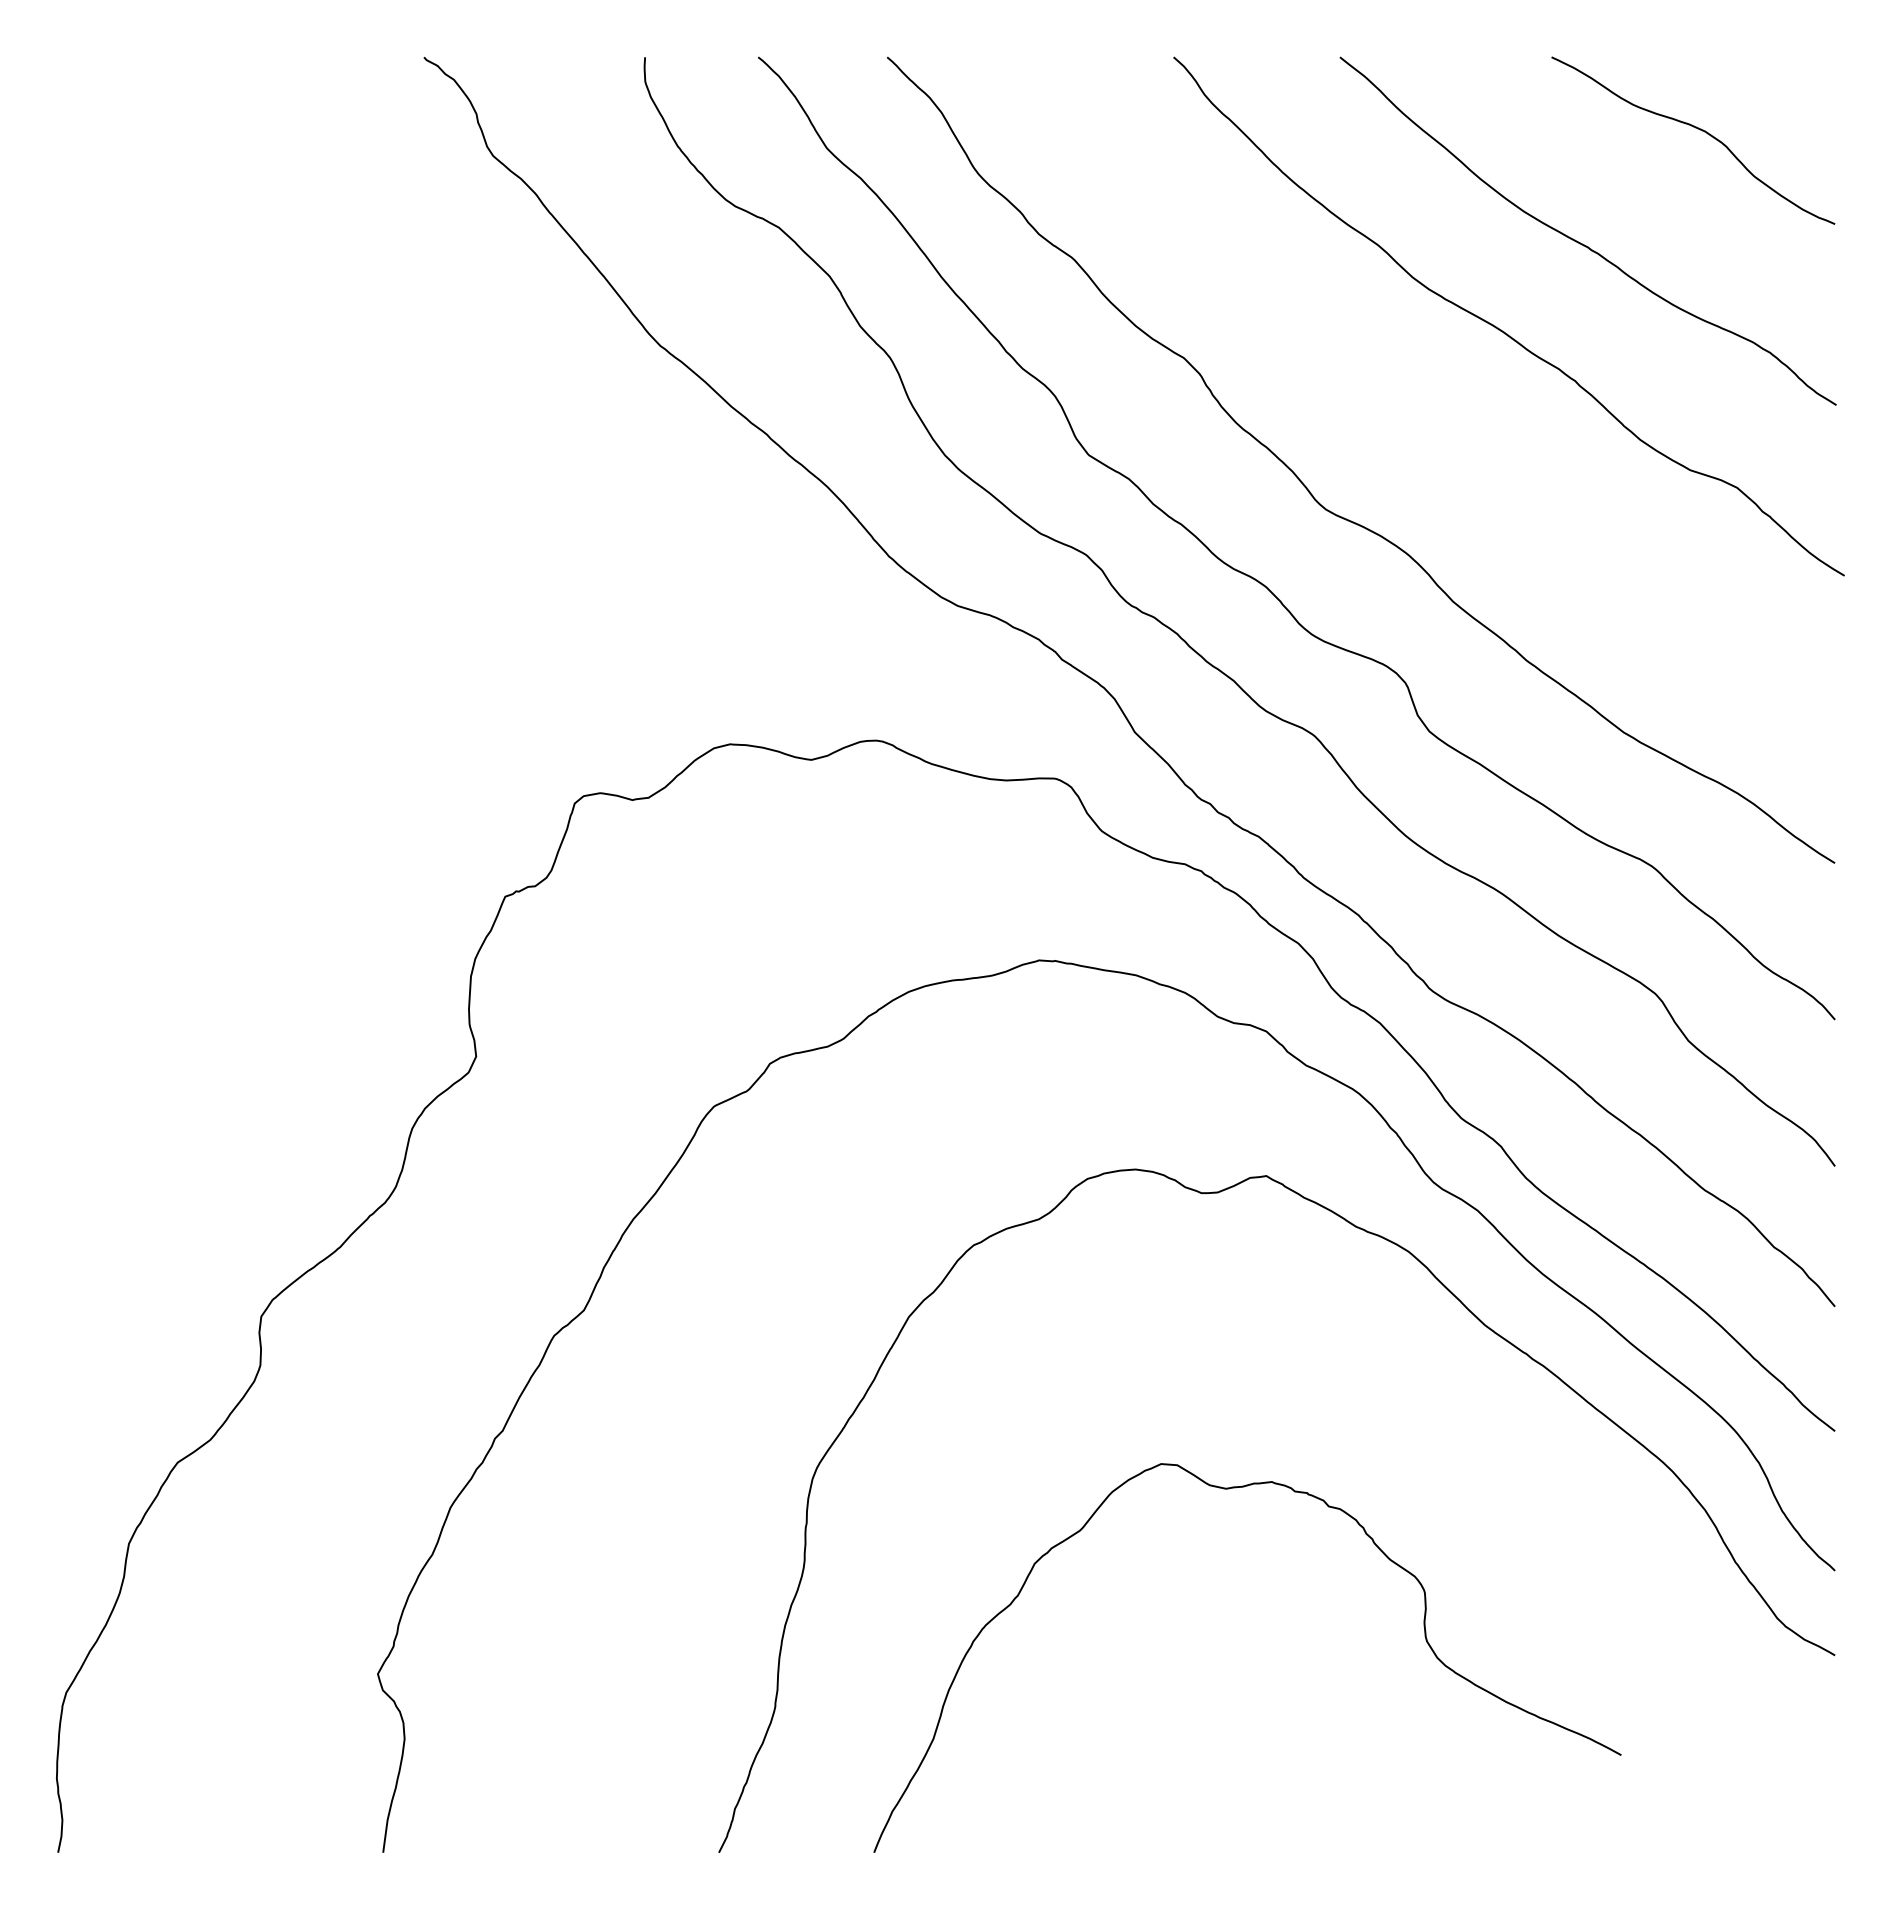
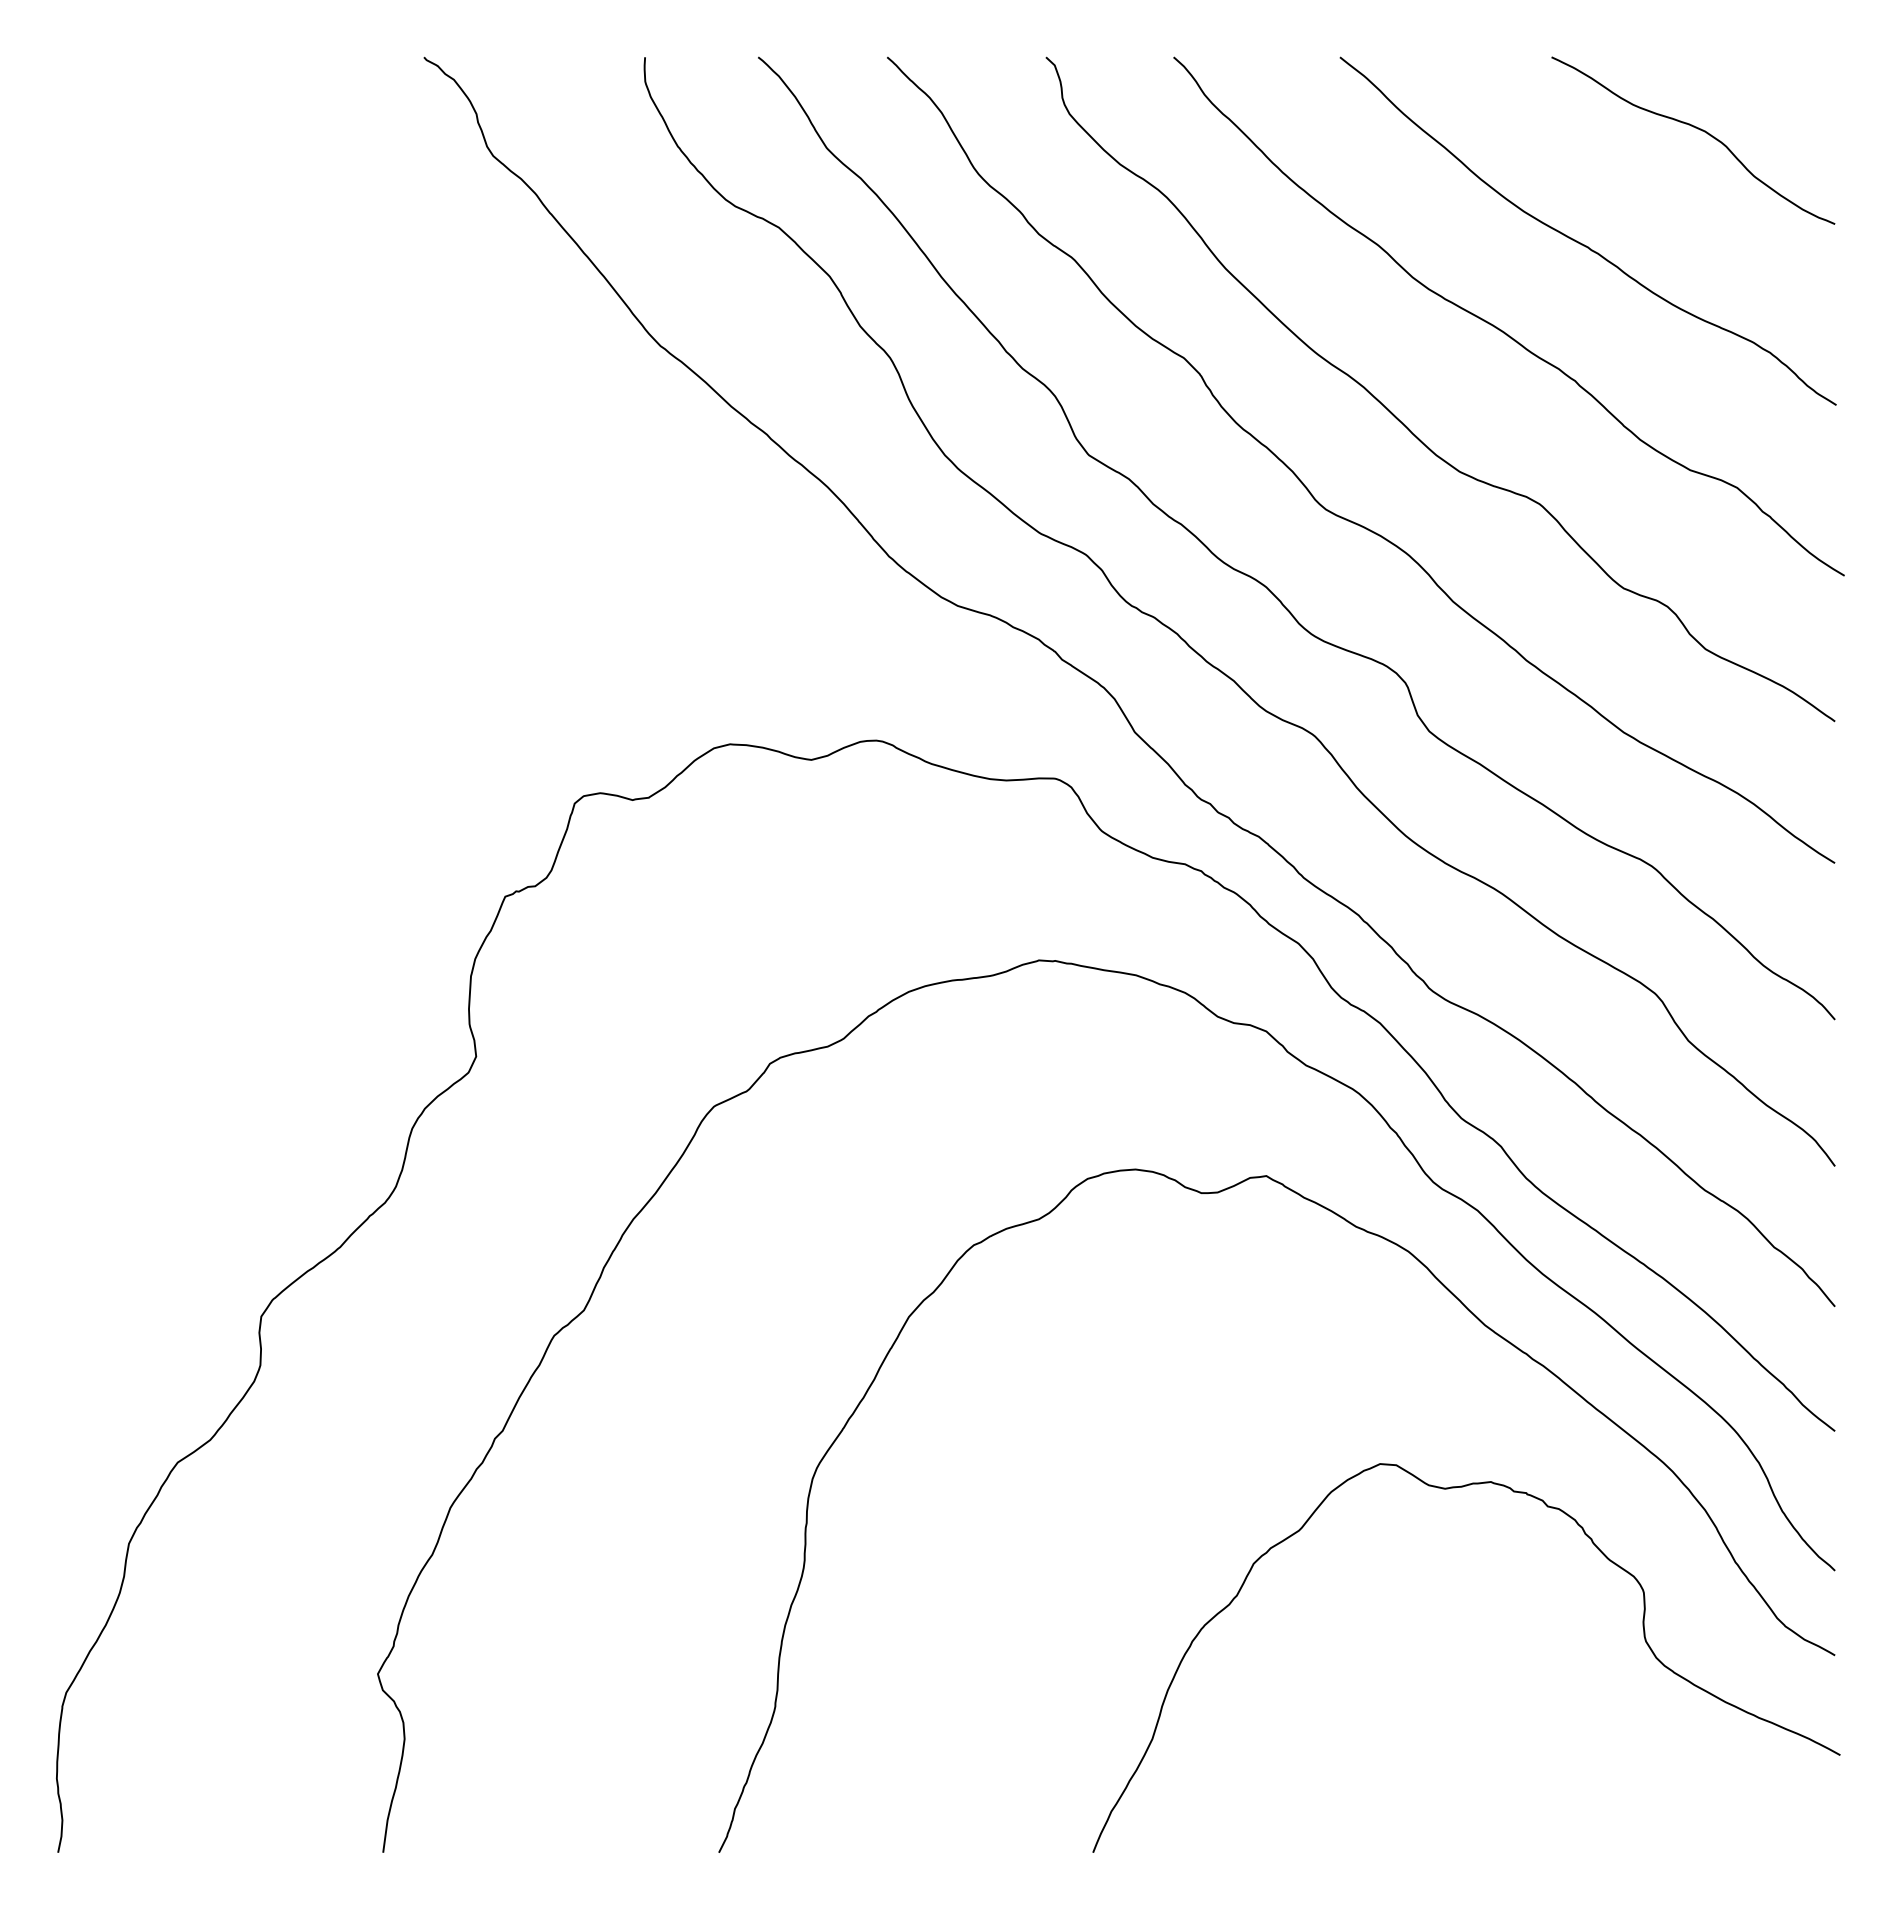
curve at (1405, 424): none -> present
curve at (1229, 1489) position: (1229, 1489) -> (1448, 1489)
